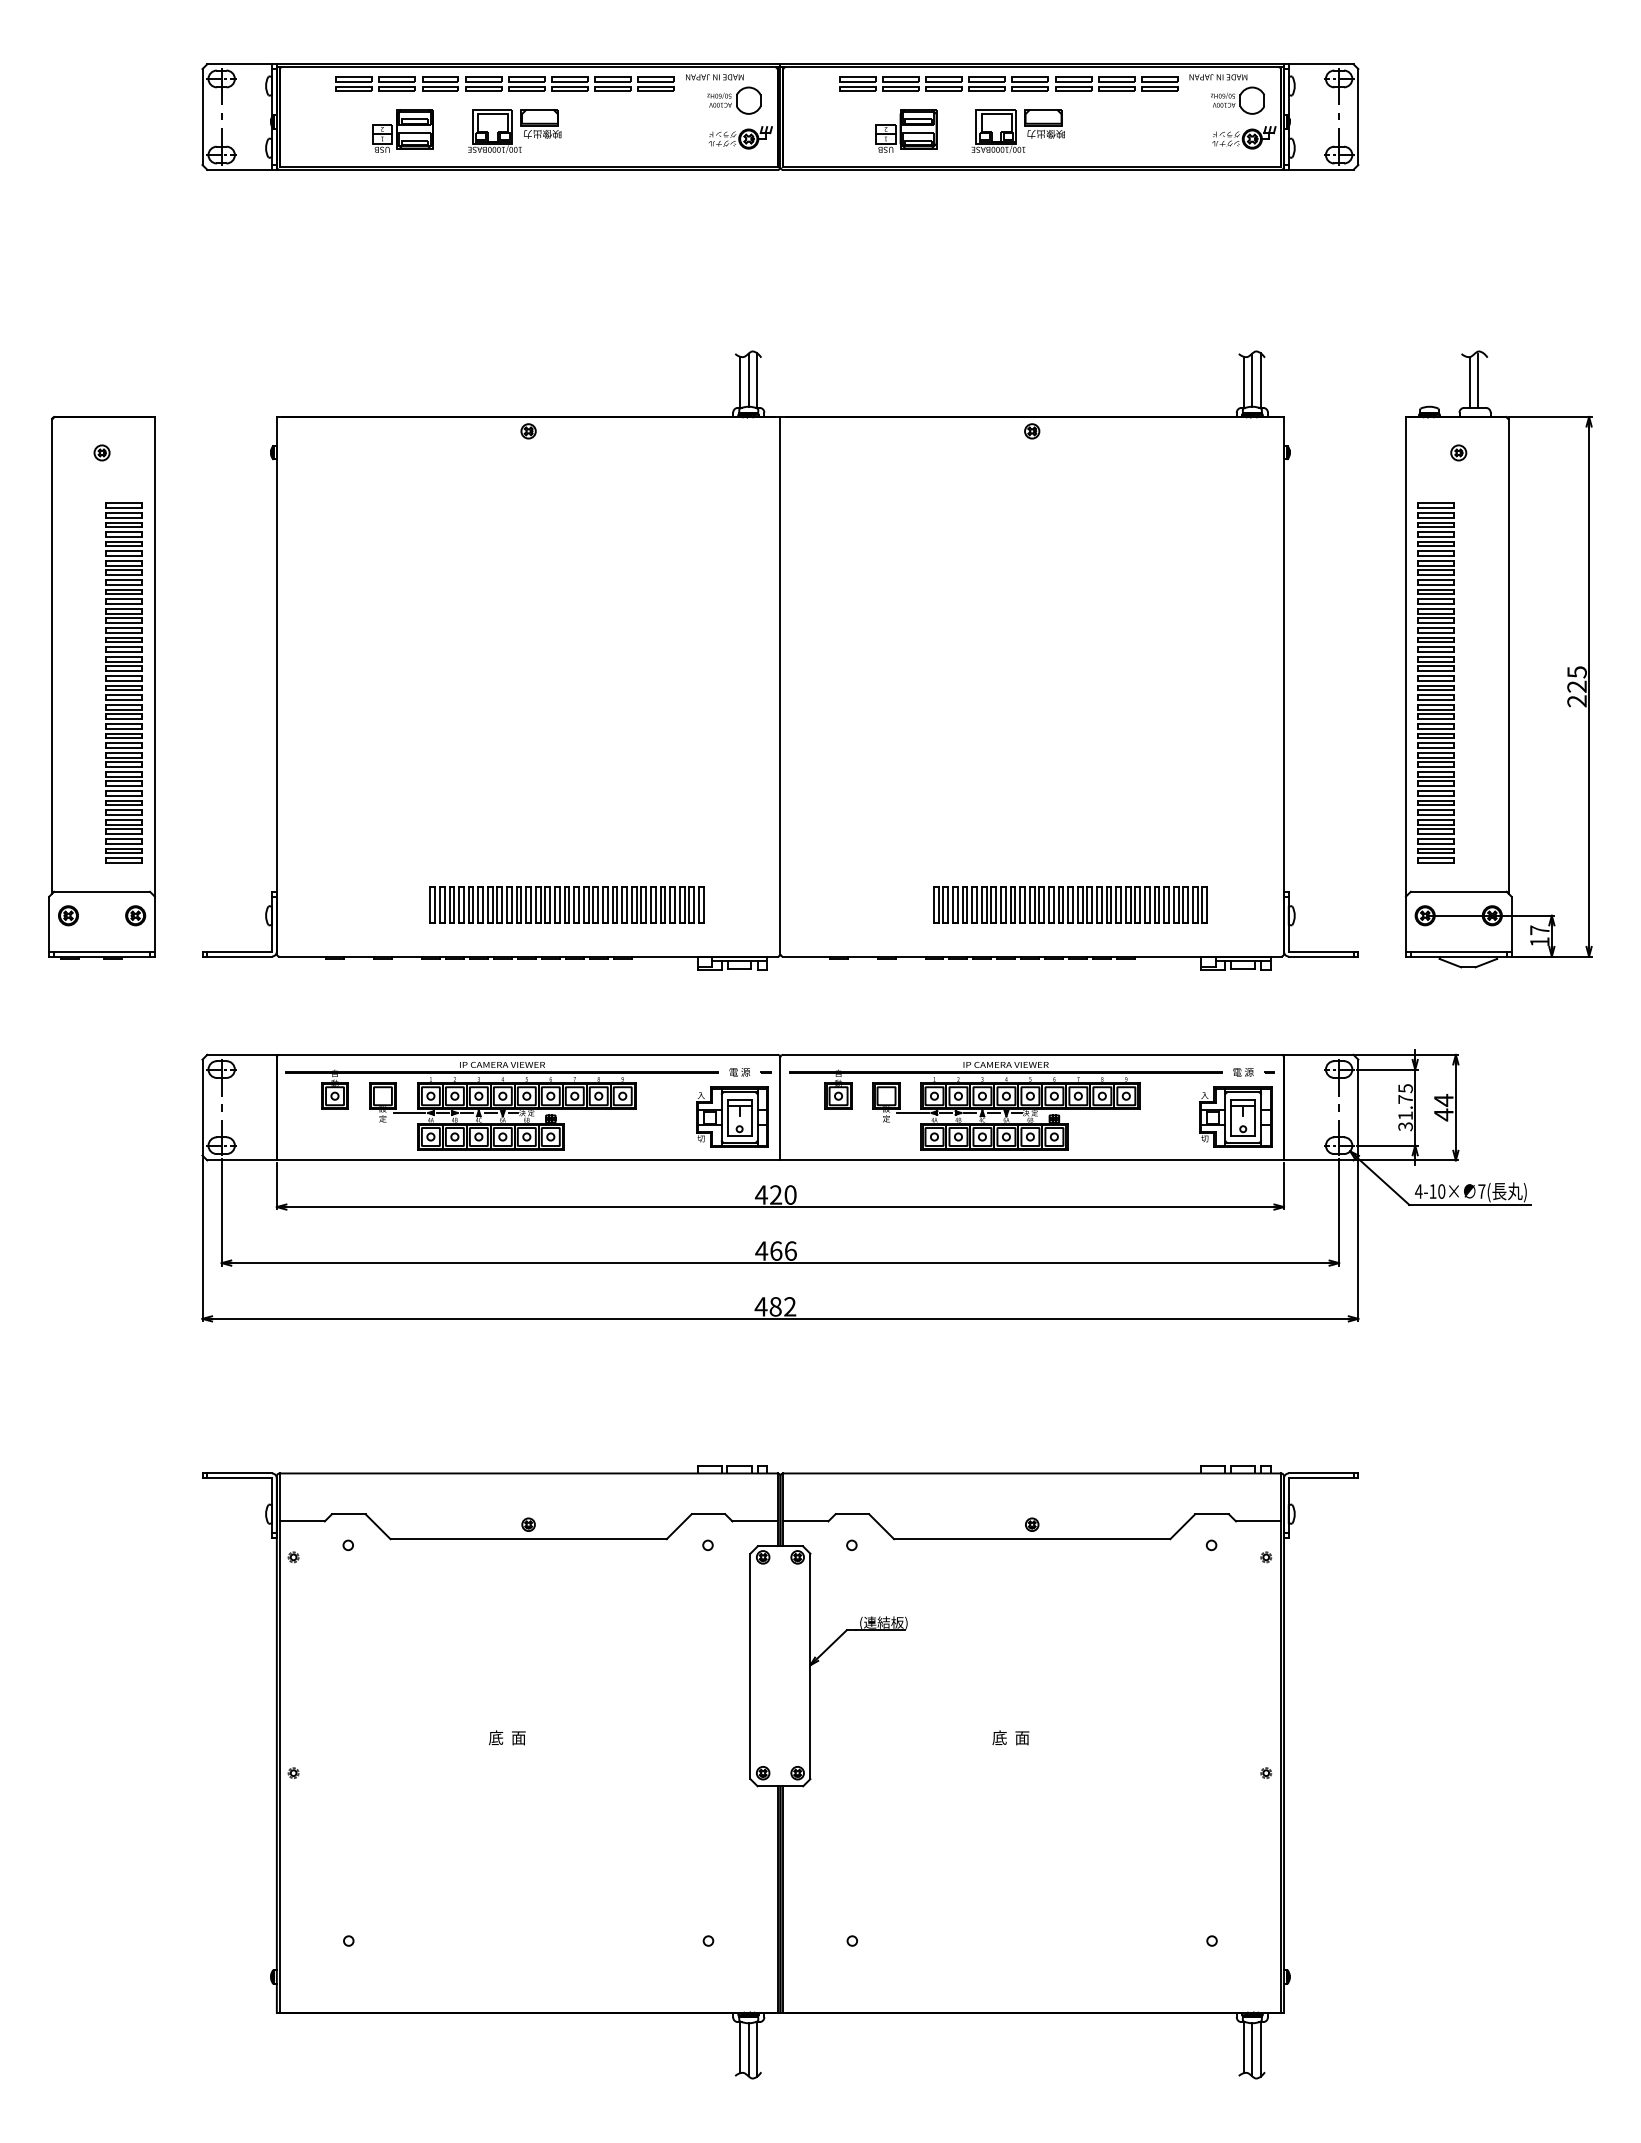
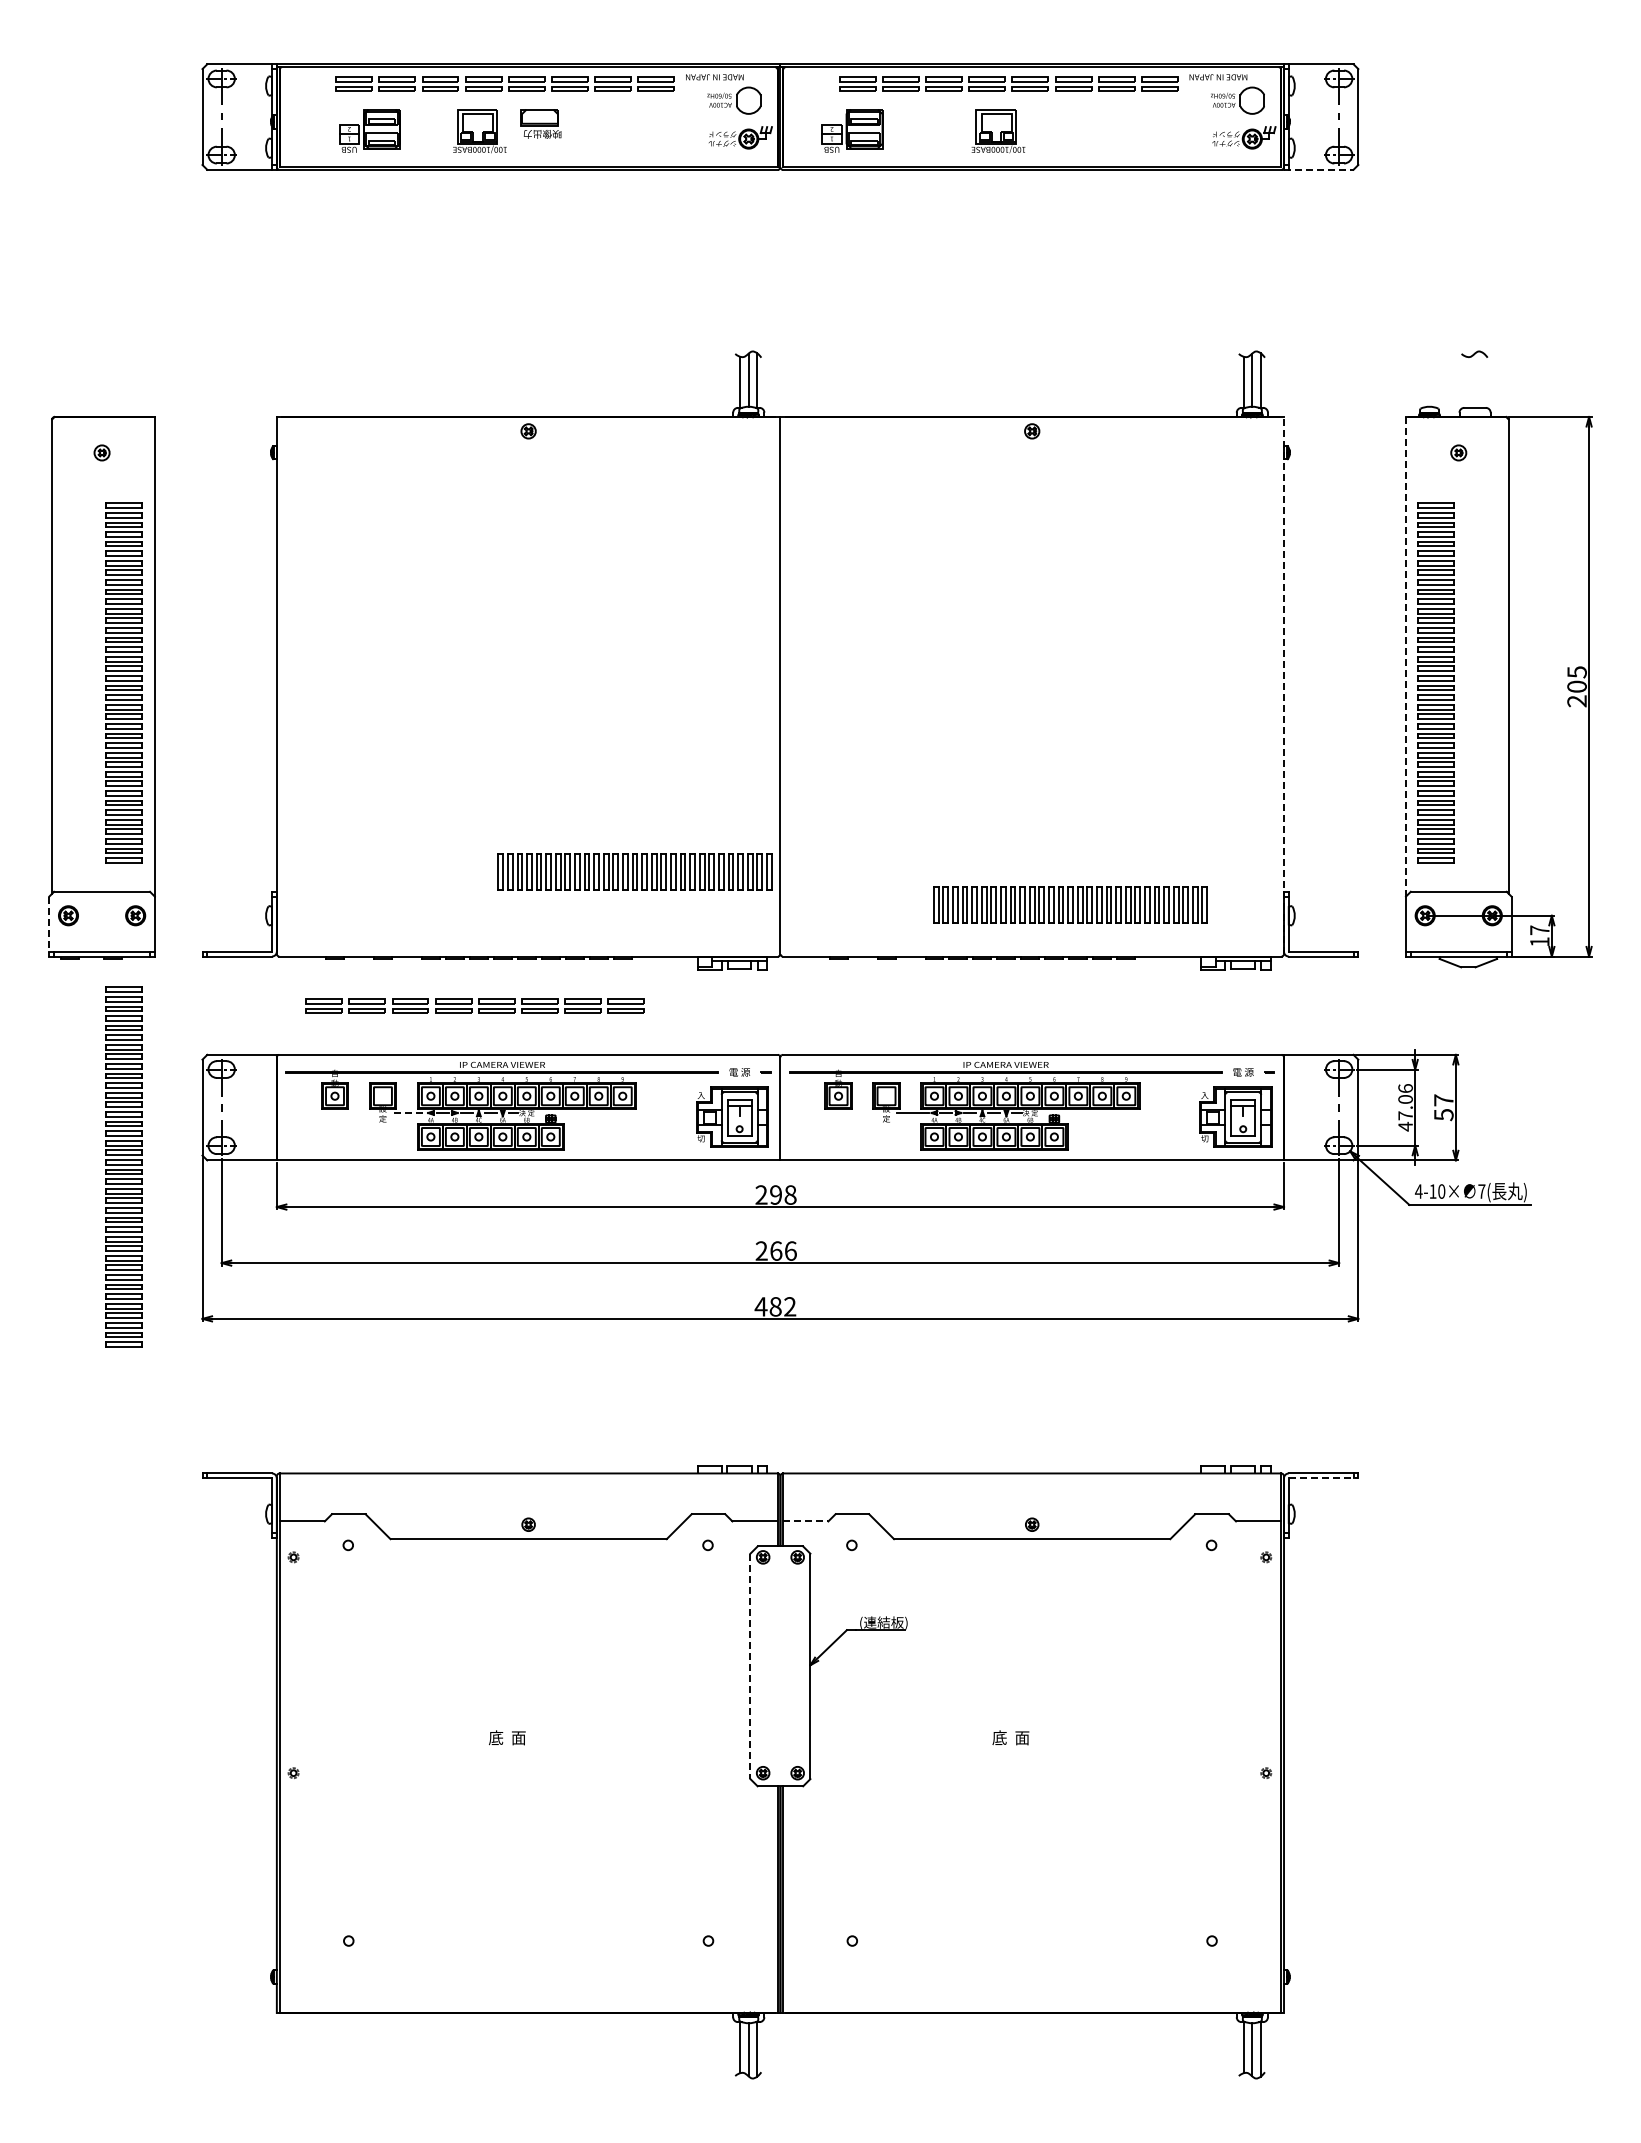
part at (1044, 123): present -> none
part at (402, 130) position: (402, 130) -> (369, 130)
part at (906, 130) position: (906, 130) -> (852, 130)
part at (494, 131) position: (494, 131) -> (479, 131)
line at (1318, 169): solid -> dashed
line at (1478, 380): present -> none
line at (1469, 381): present -> none
line at (1406, 656): solid -> dashed
line at (1284, 685): solid -> dashed
text at (1576, 686): 225 -> 205
part at (566, 904) position: (566, 904) -> (634, 871)
line at (49, 926): solid -> dashed
part at (474, 1005): none -> present
text at (1405, 1107): 31.75 -> 47.06
text at (1443, 1107): 44 -> 57
line at (409, 1113): solid -> dashed
part at (123, 1166): none -> present
text at (775, 1194): 420 -> 298
text at (761, 1250): 466 -> 266
line at (1323, 1478): solid -> dashed
line at (805, 1521): solid -> dashed
line at (750, 1666): solid -> dashed
